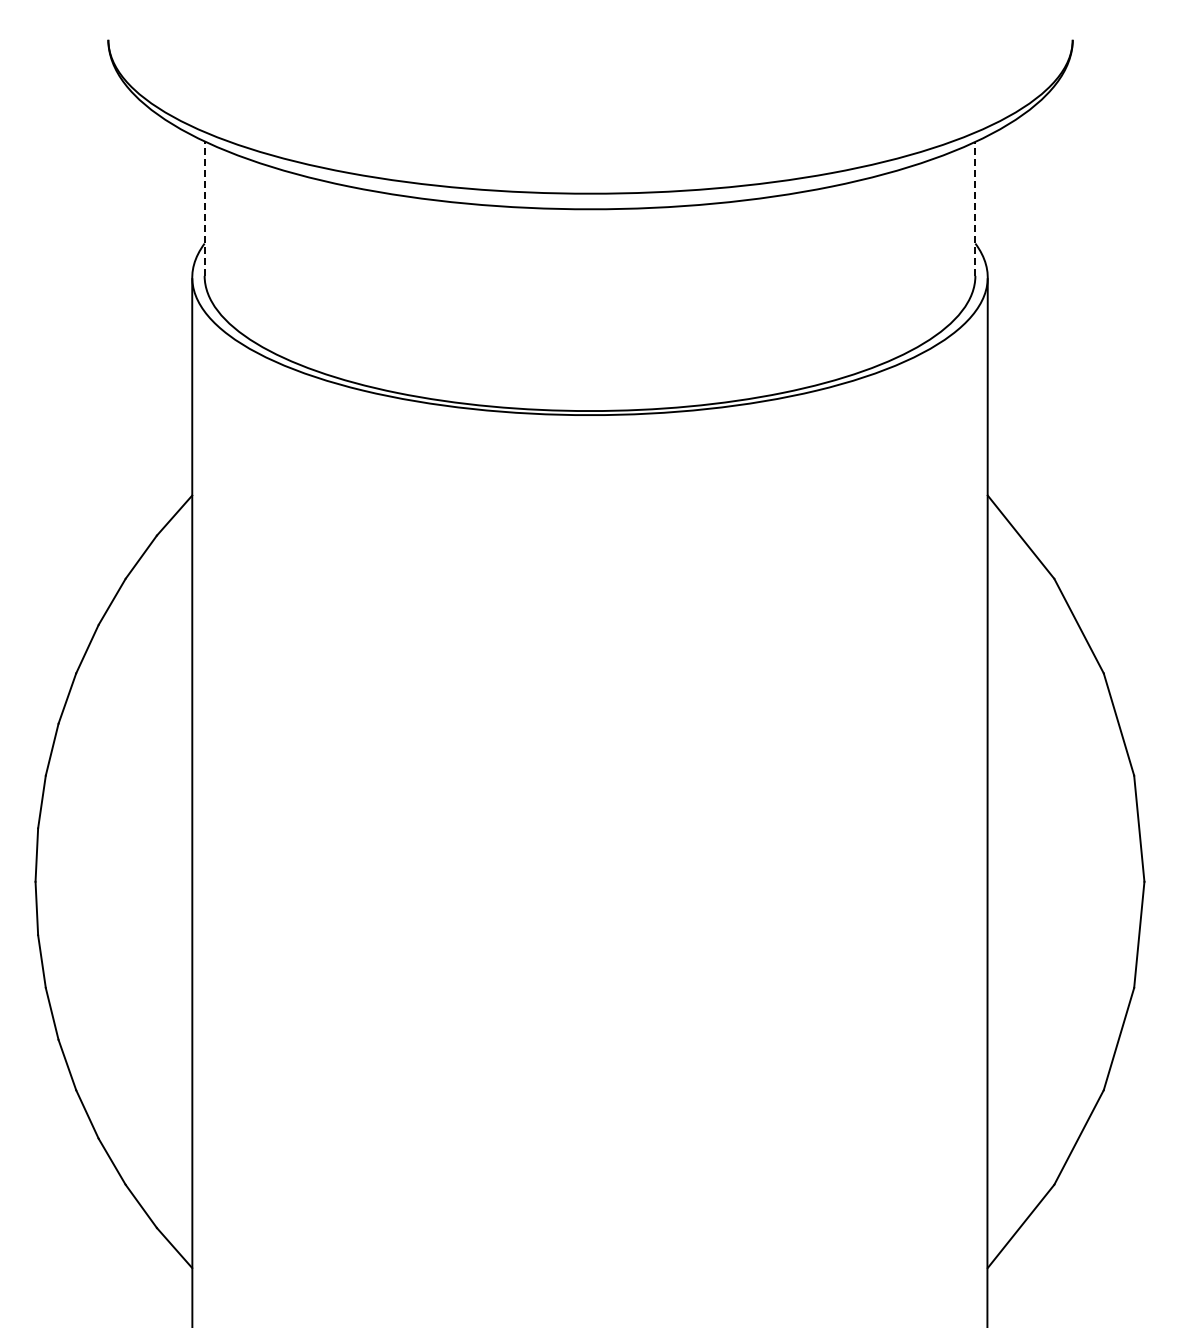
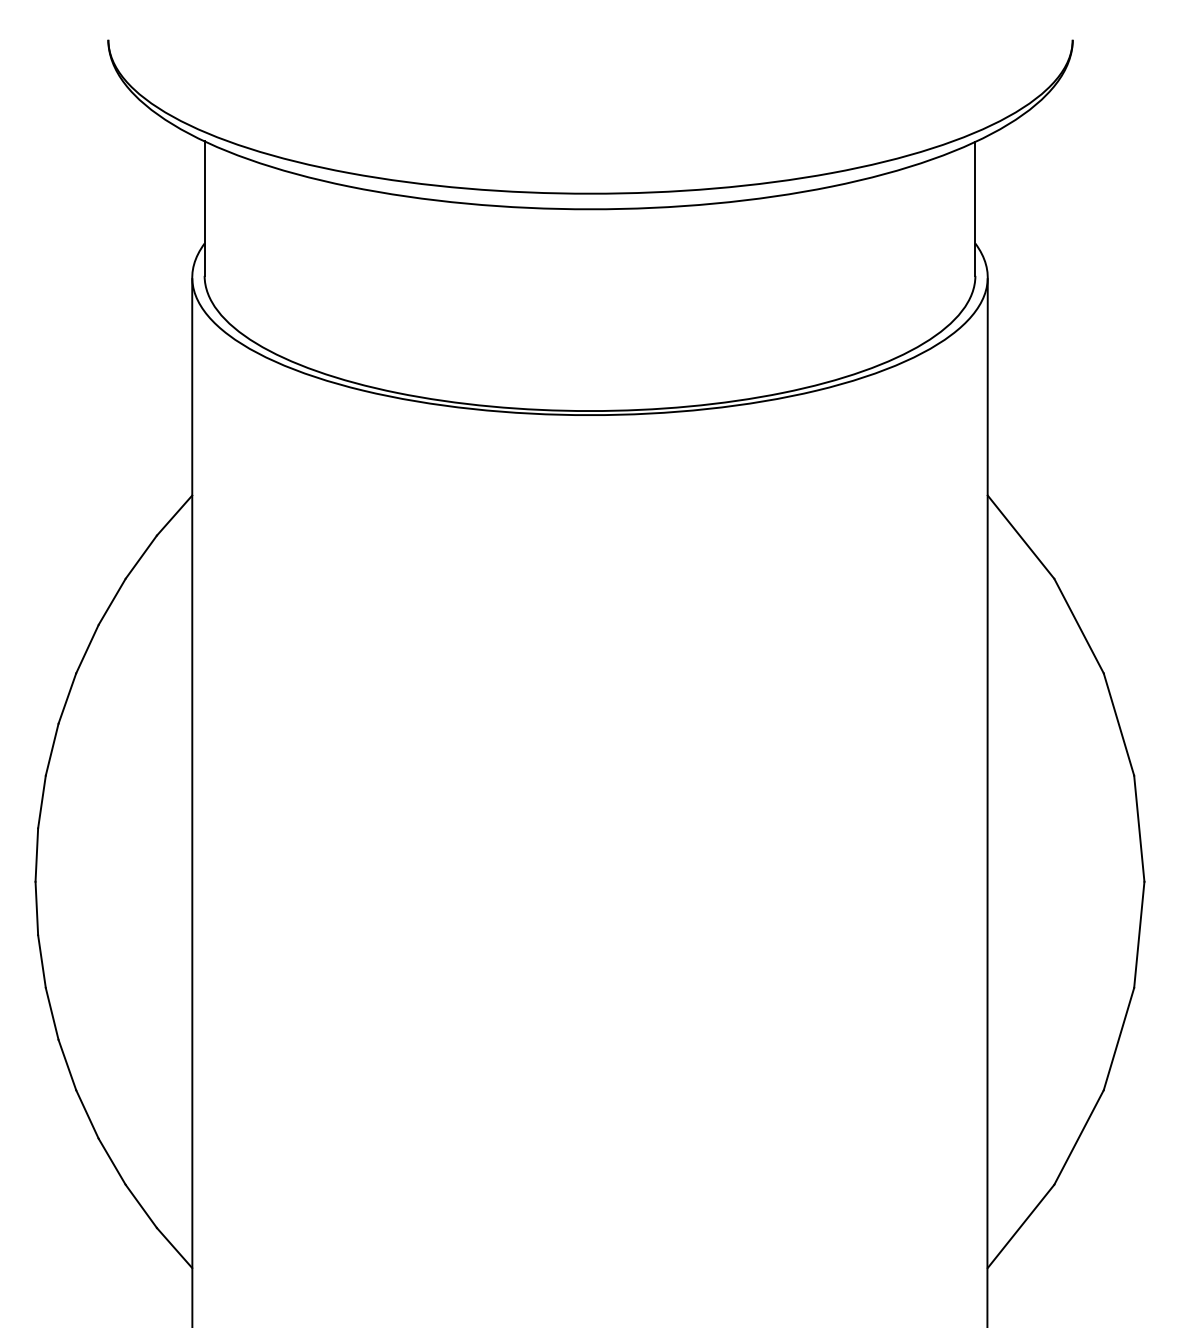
line at (204, 208): dashed -> solid
line at (975, 208): dashed -> solid
